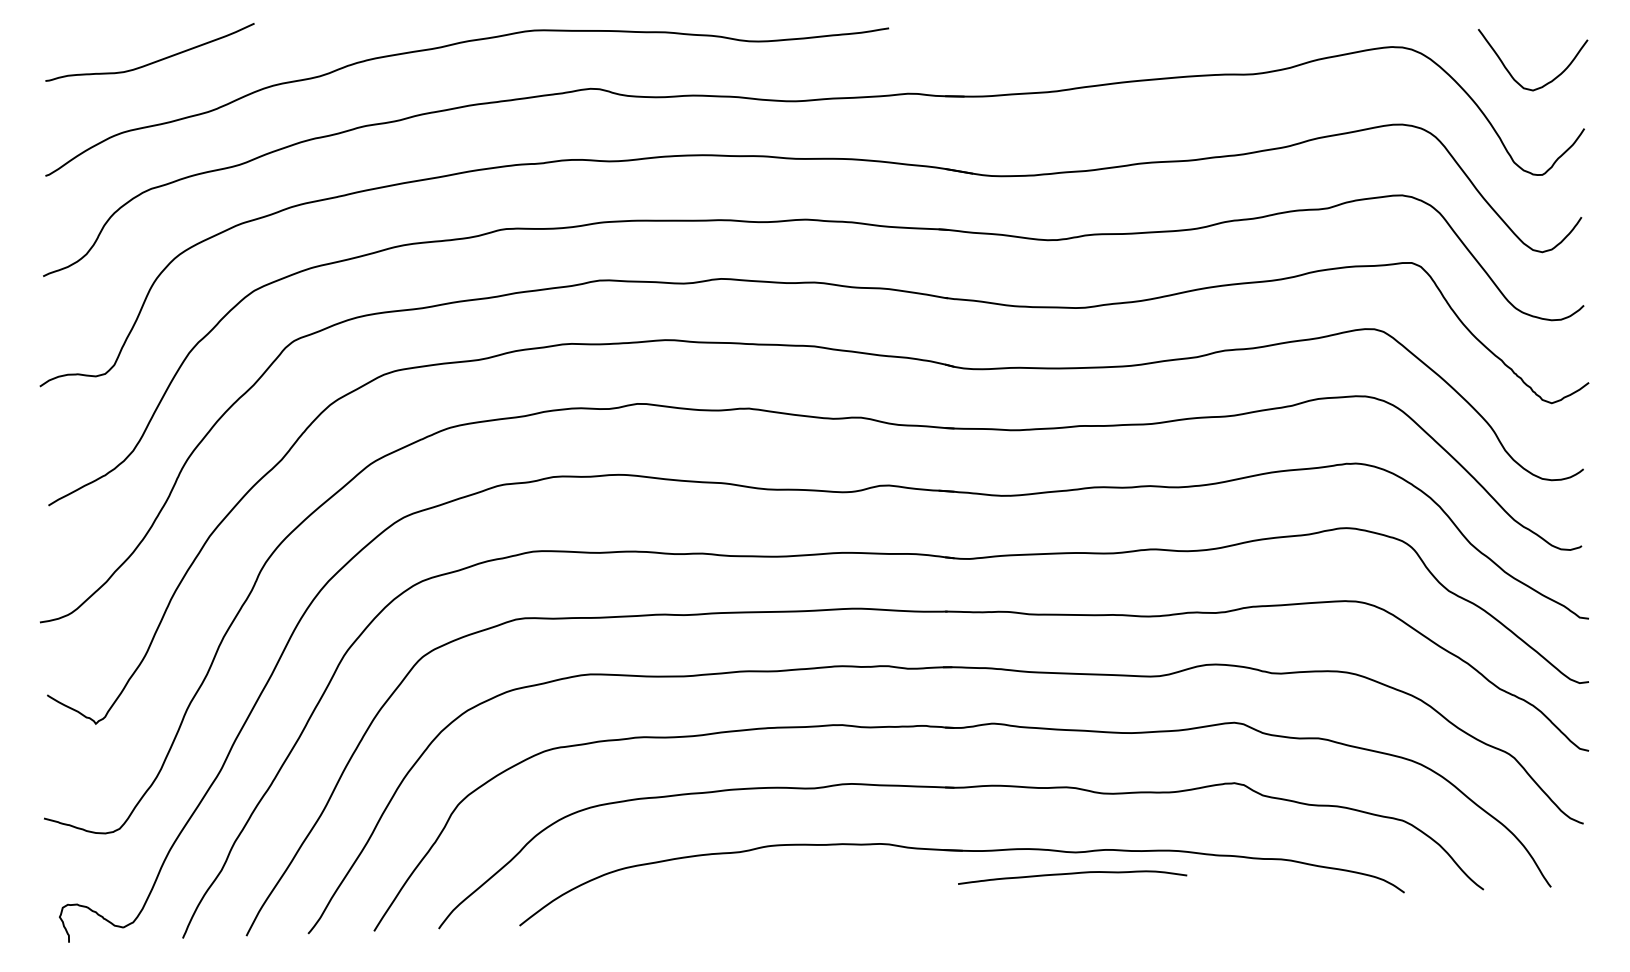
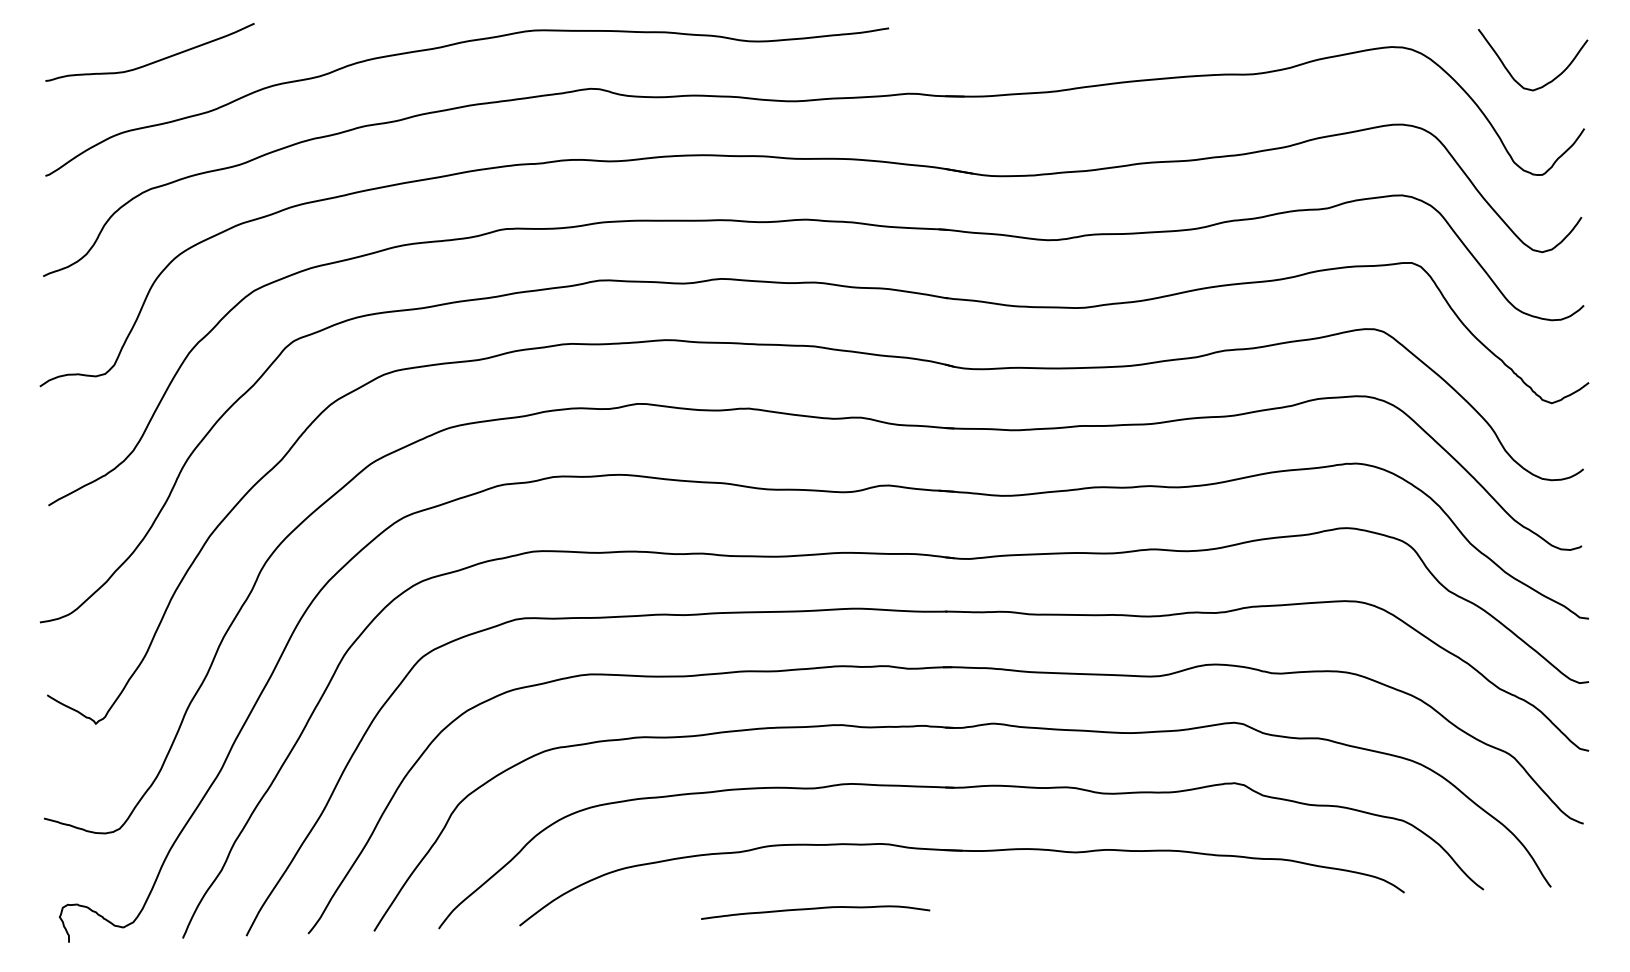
curve at (1072, 874) position: (1072, 874) -> (815, 909)
